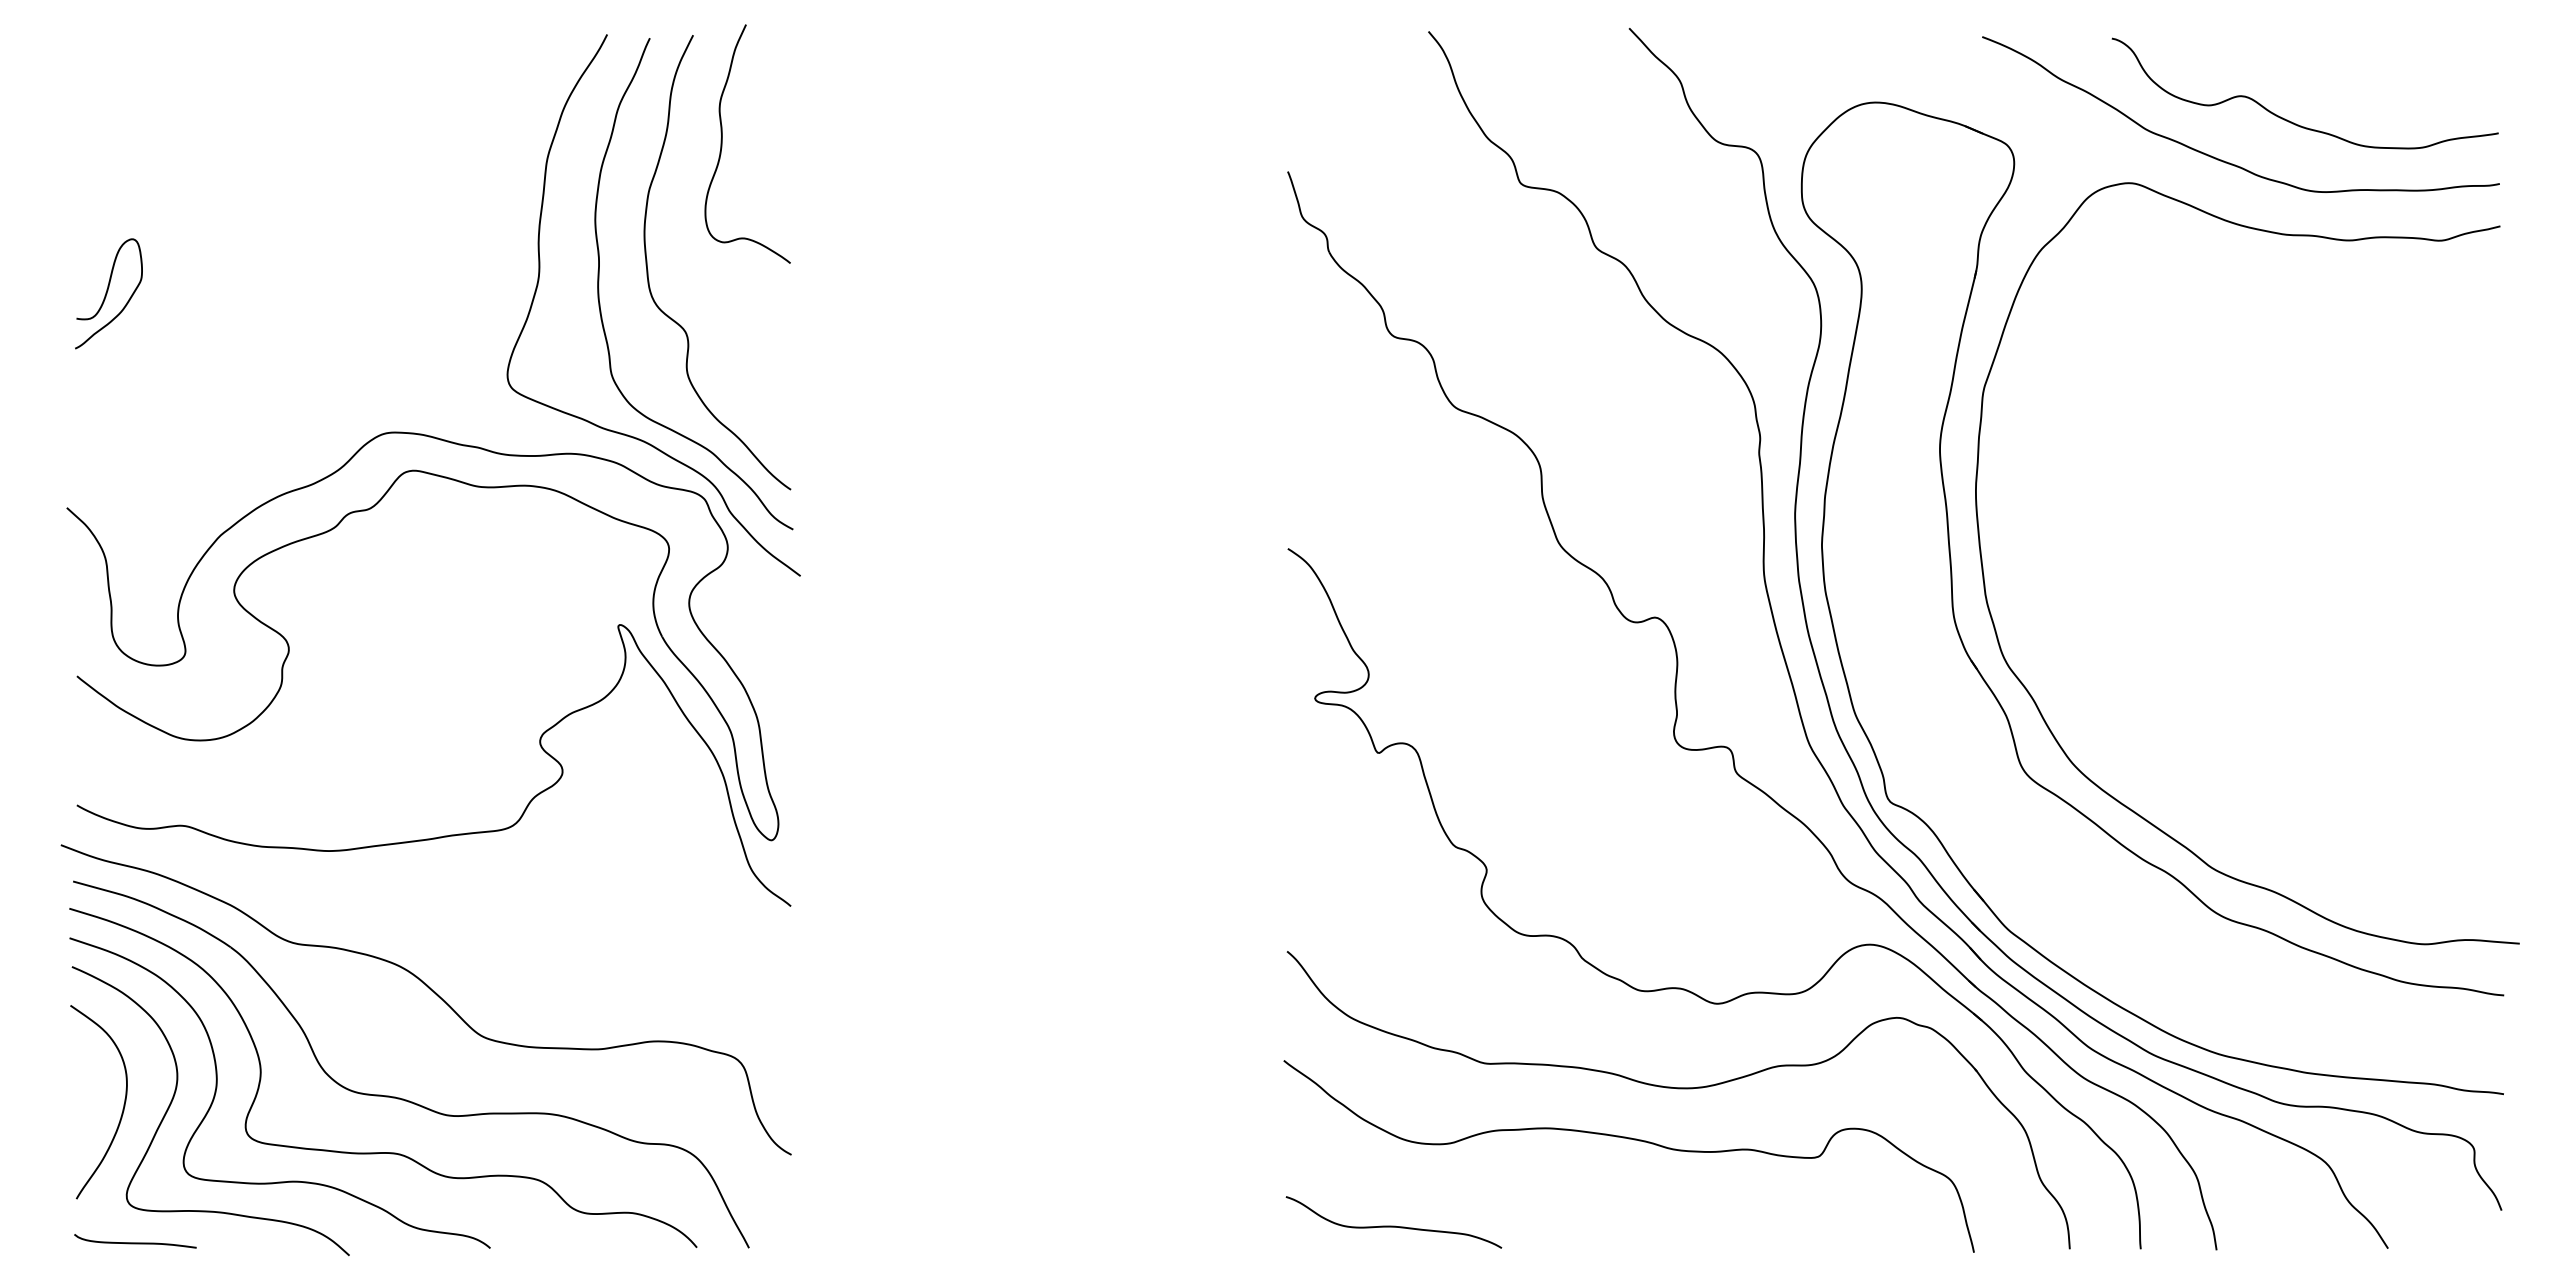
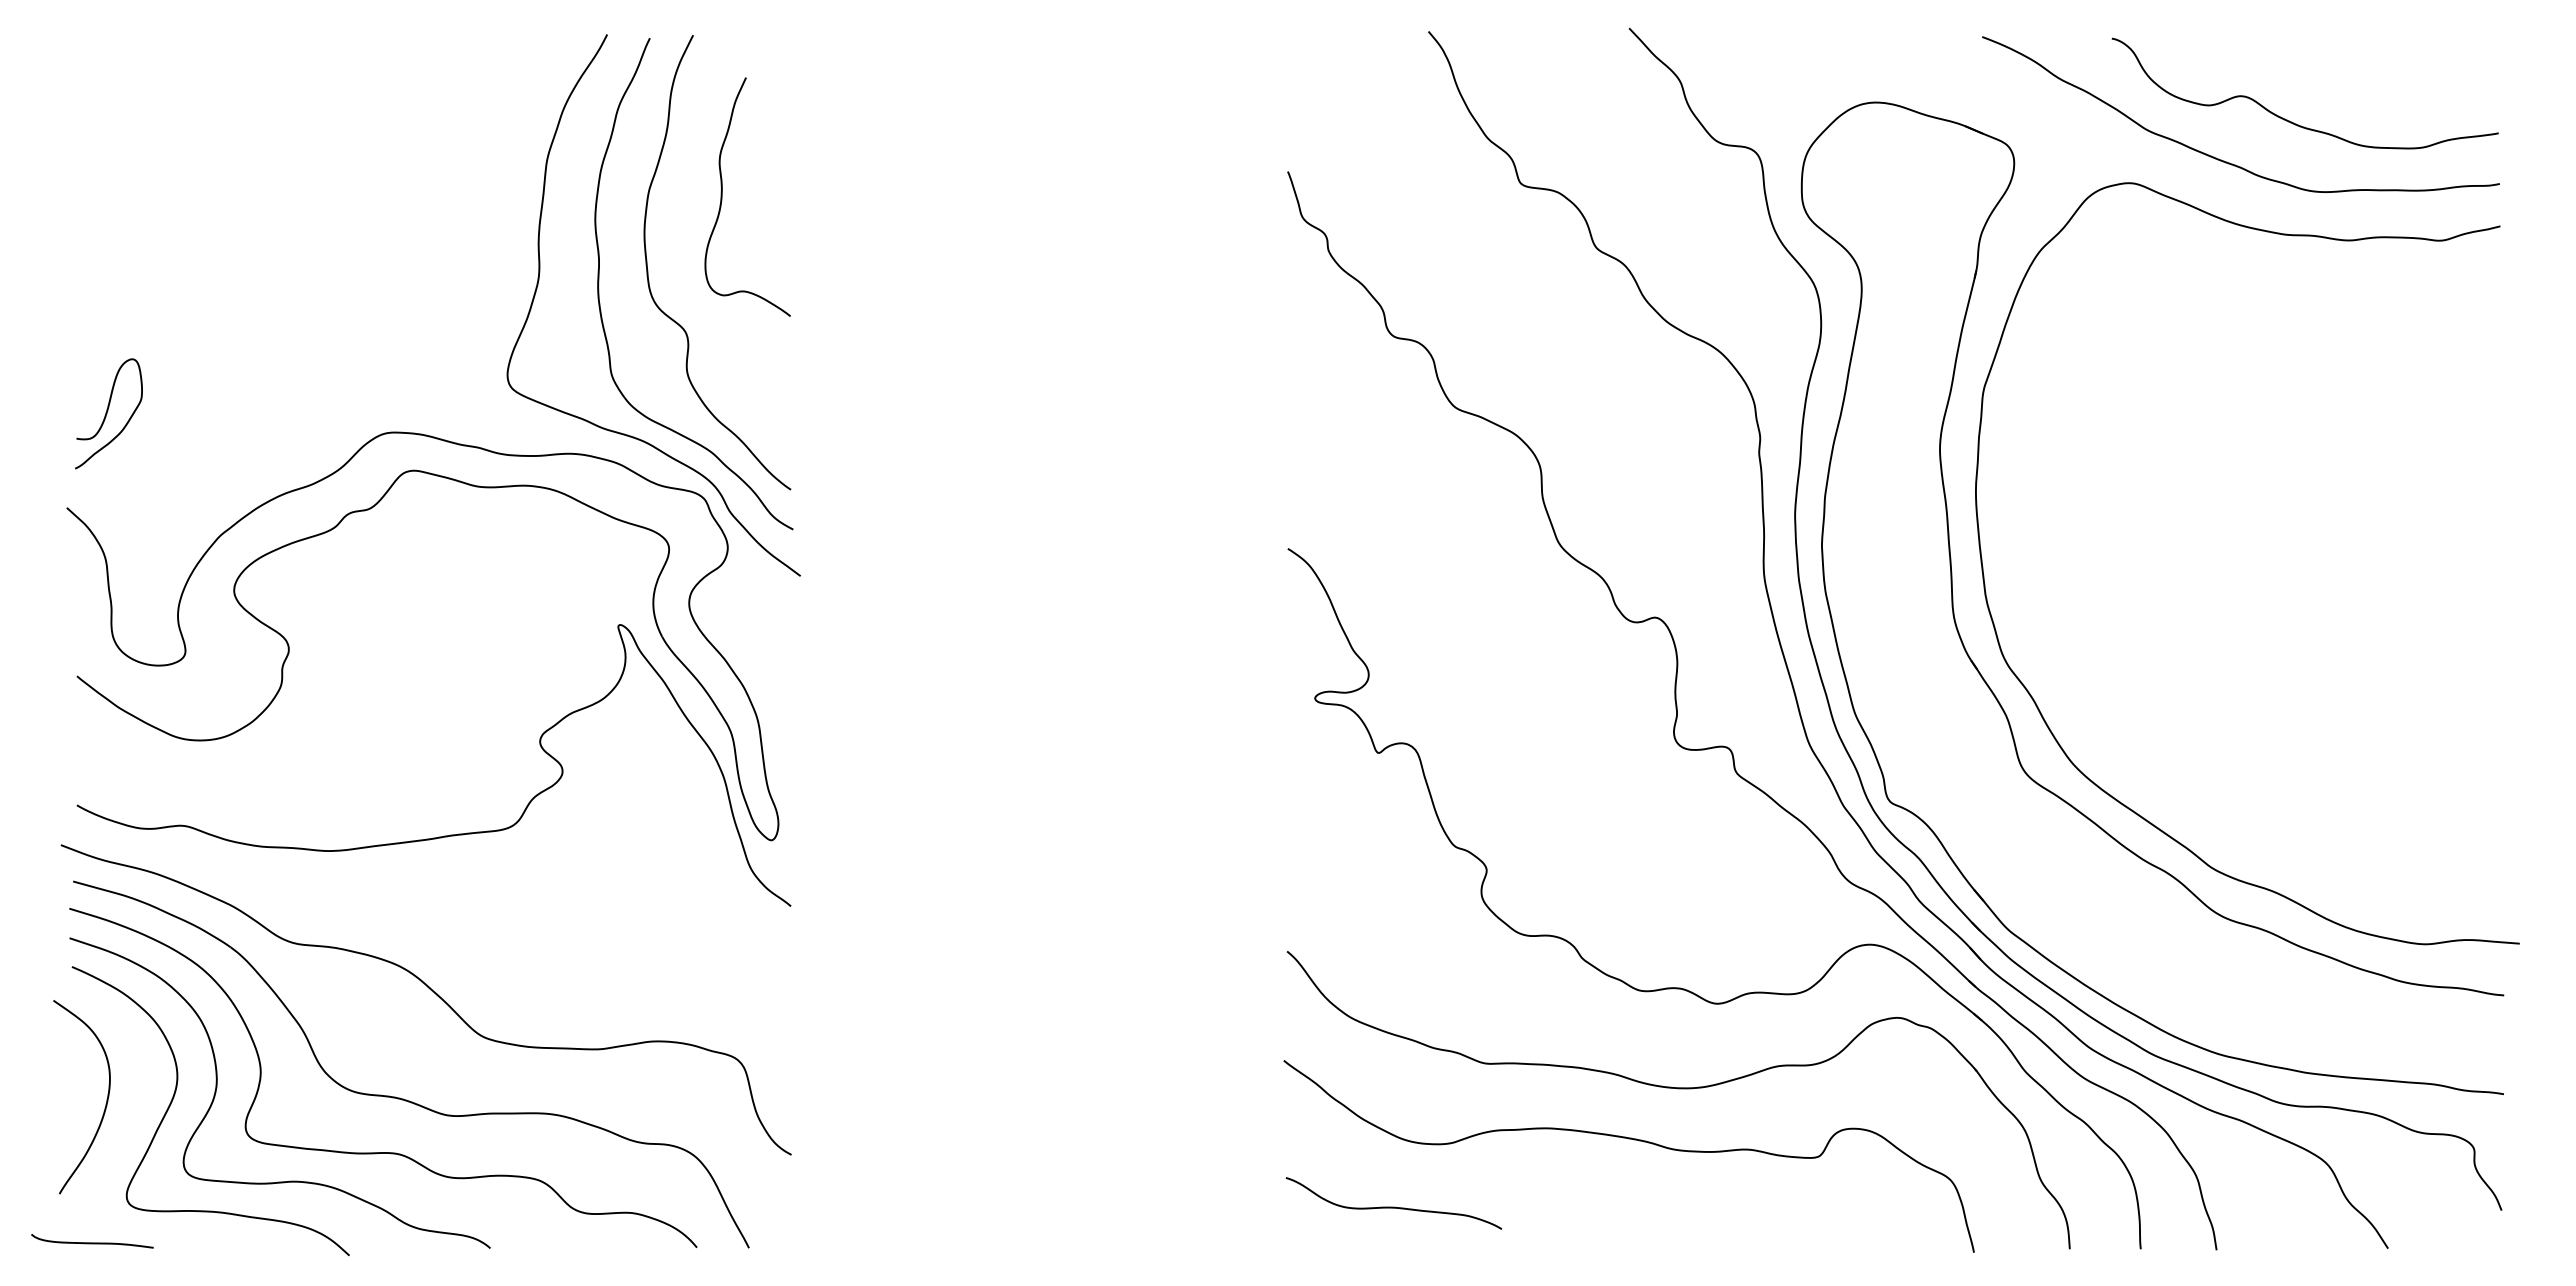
curve at (722, 143) position: (722, 143) -> (722, 196)
curve at (107, 293) position: (107, 293) -> (107, 413)
curve at (122, 1109) position: (122, 1109) -> (105, 1104)
curve at (1393, 1225) position: (1393, 1225) -> (1393, 1206)
curve at (135, 1242) position: (135, 1242) -> (92, 1242)
